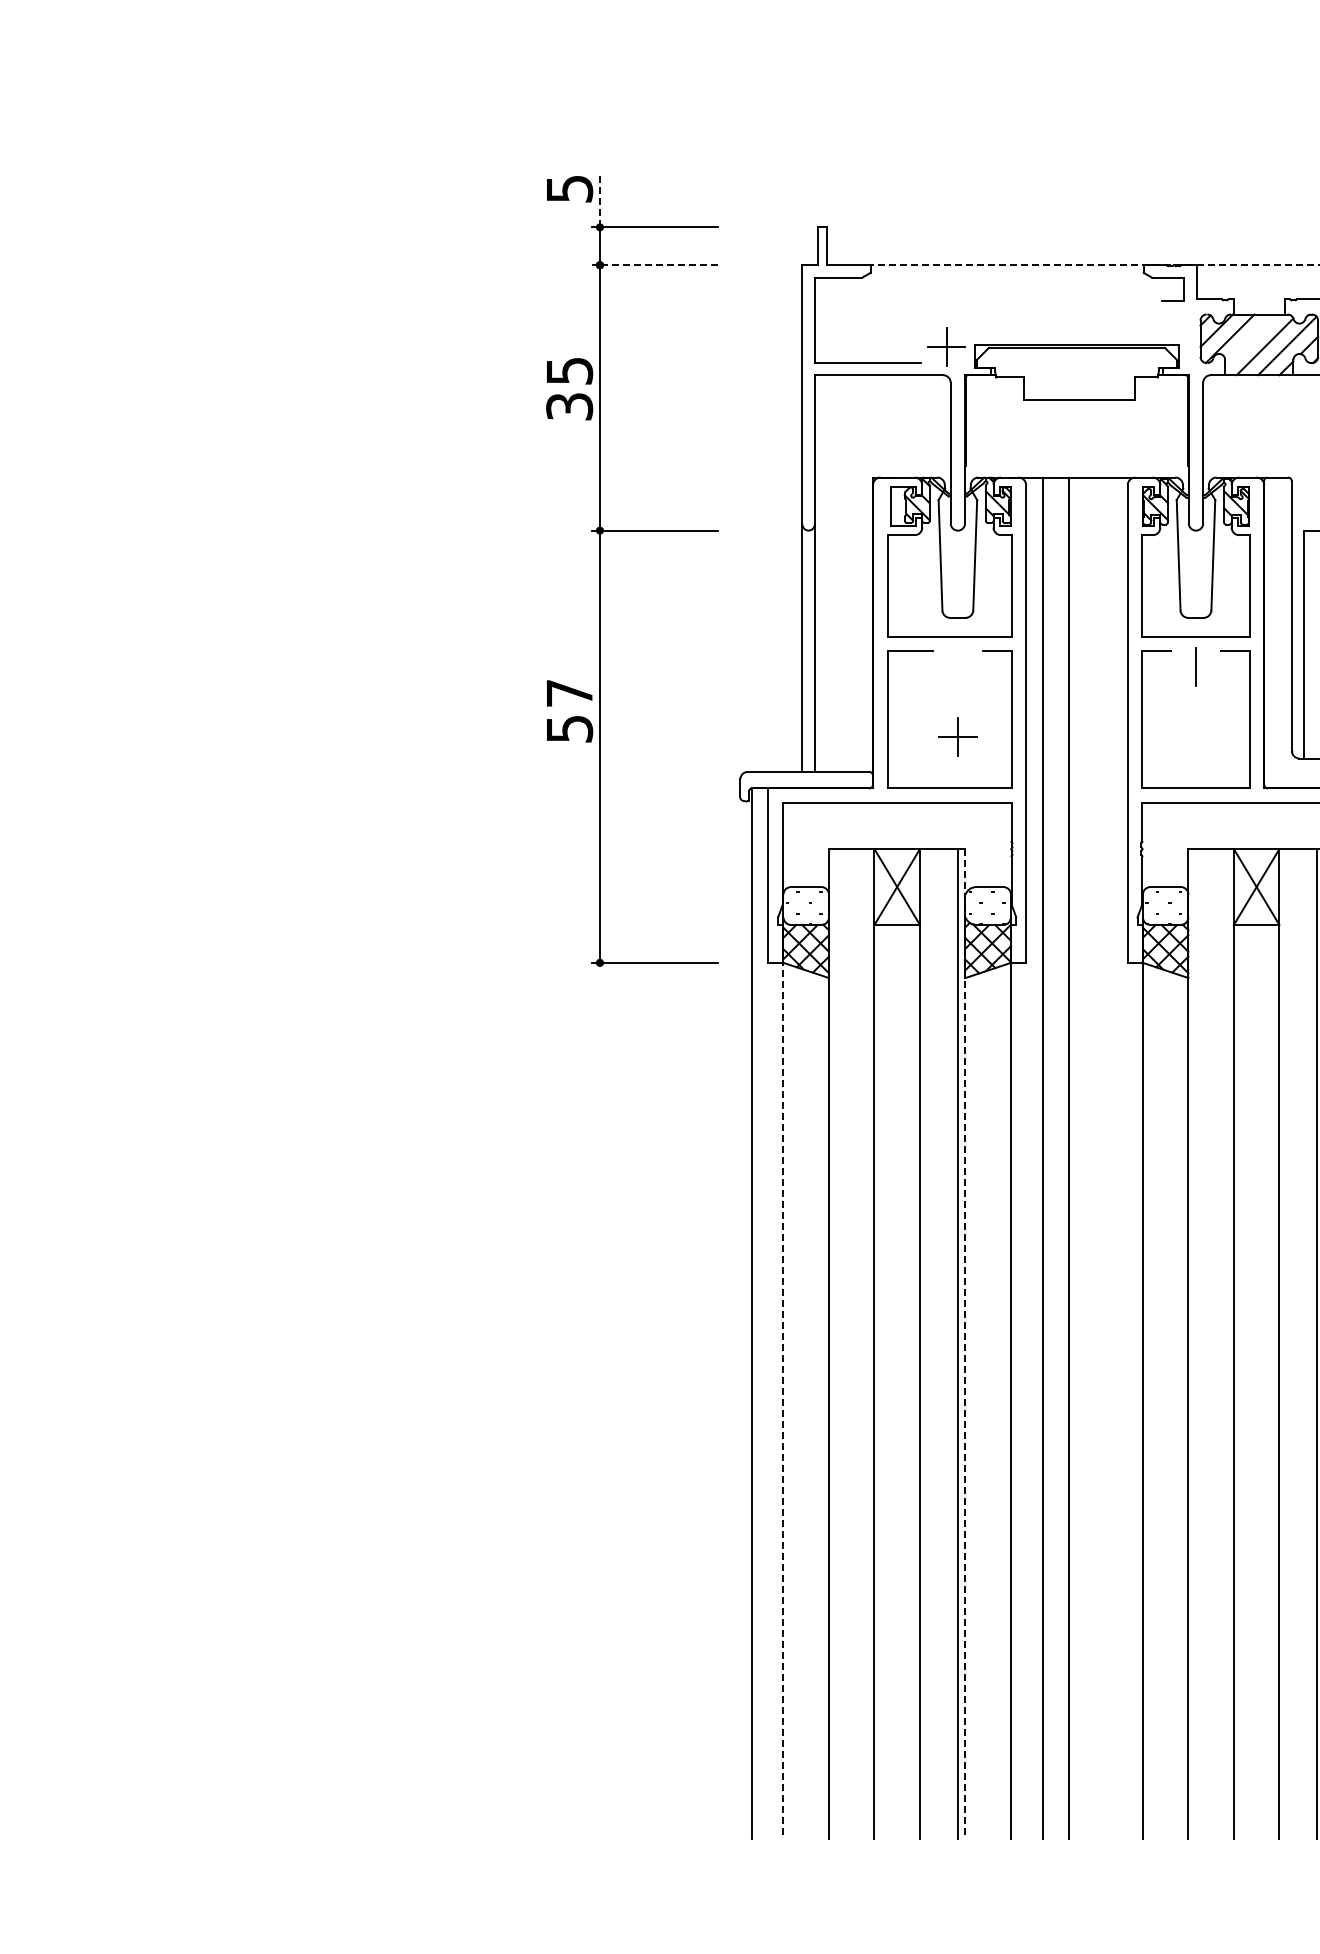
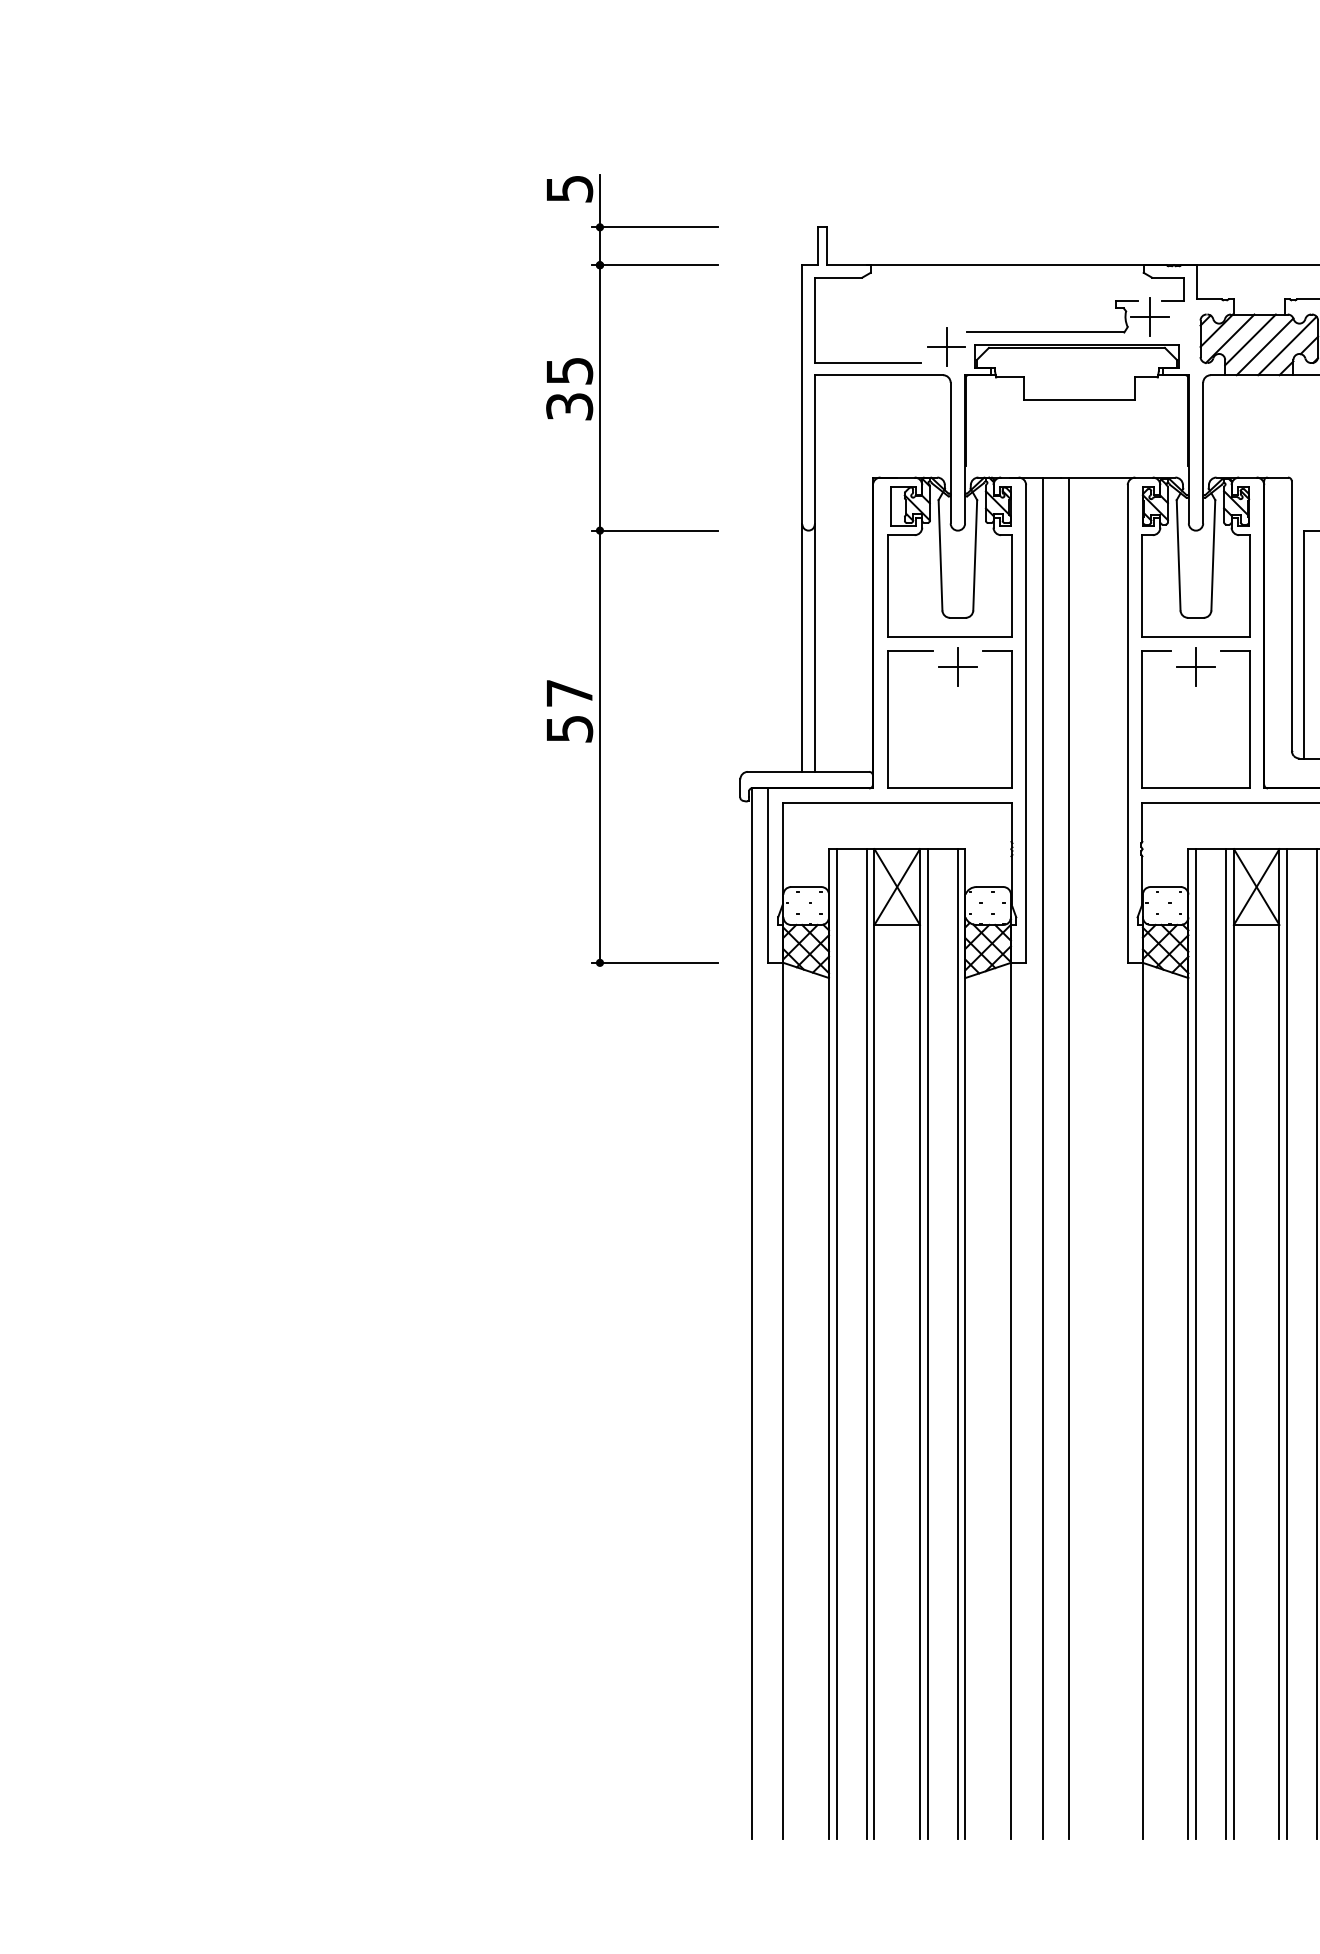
line at (599, 200): dashed -> solid
line at (654, 265): dashed -> solid
line at (1093, 265): dashed -> solid
part at (1067, 331): none -> present
line at (1250, 339): none -> present
line at (1195, 667): none -> present
part at (957, 736) position: (957, 736) -> (957, 666)
line at (836, 1343): none -> present
line at (866, 1343): none -> present
line at (927, 1343): none -> present
line at (965, 1343): dashed -> solid
line at (1196, 1343): none -> present
line at (1226, 1343): none -> present
line at (1286, 1343): none -> present
line at (783, 1398): dashed -> solid
